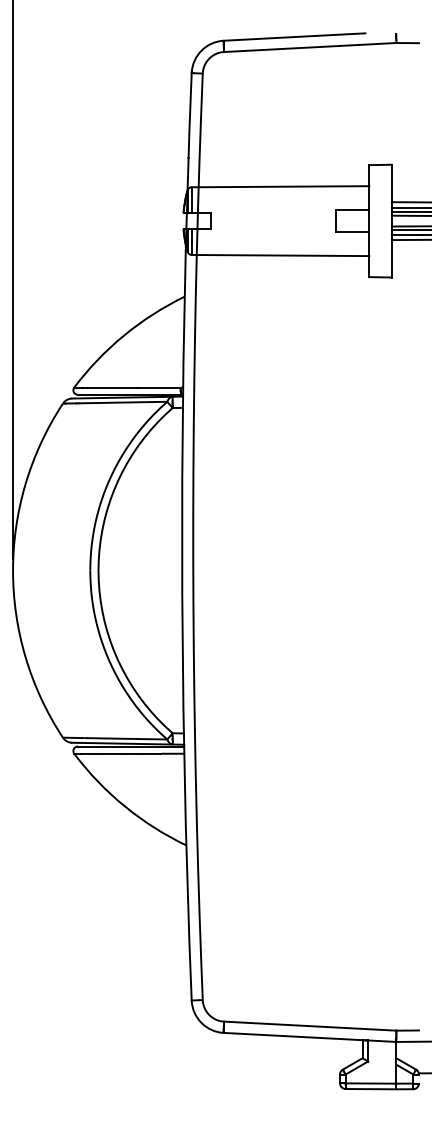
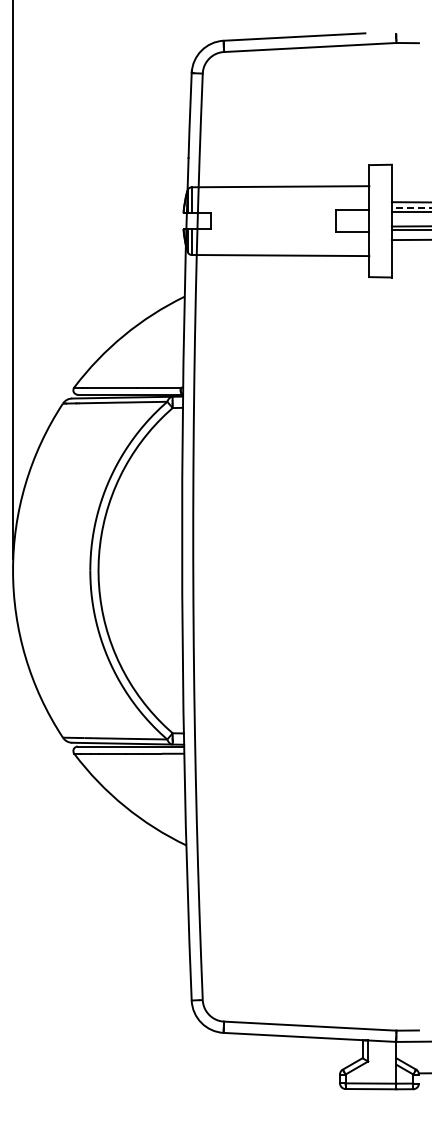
line at (411, 207): solid -> dashed
line at (409, 215): present -> none
line at (409, 234): present -> none
